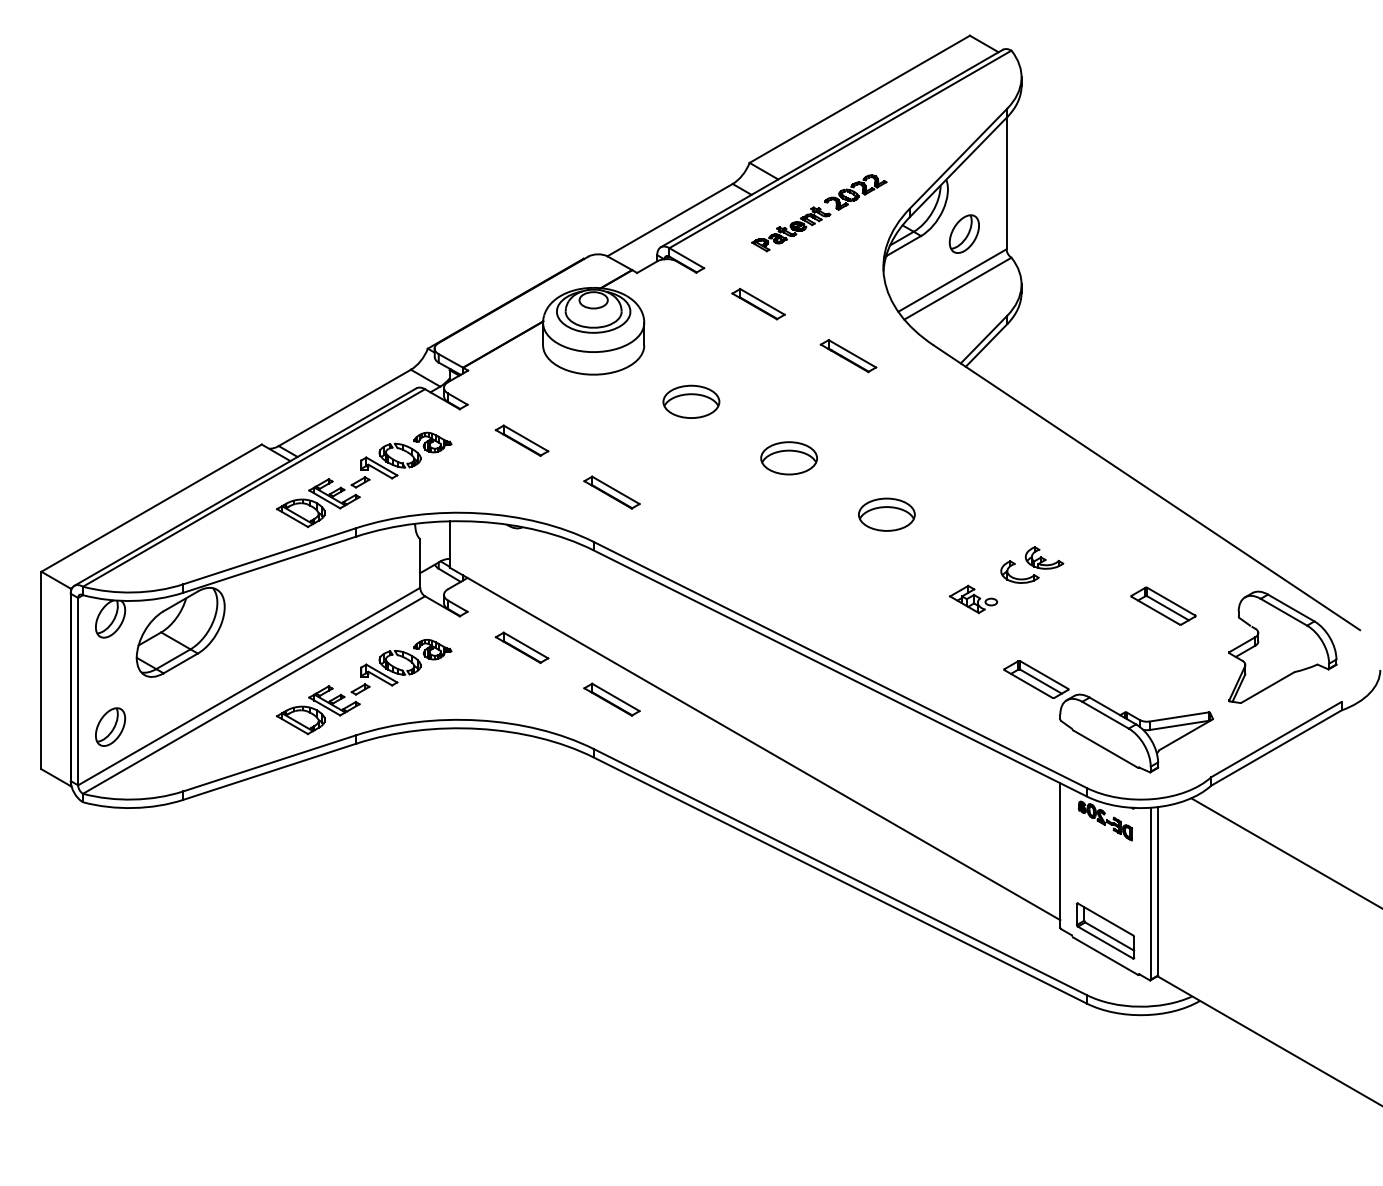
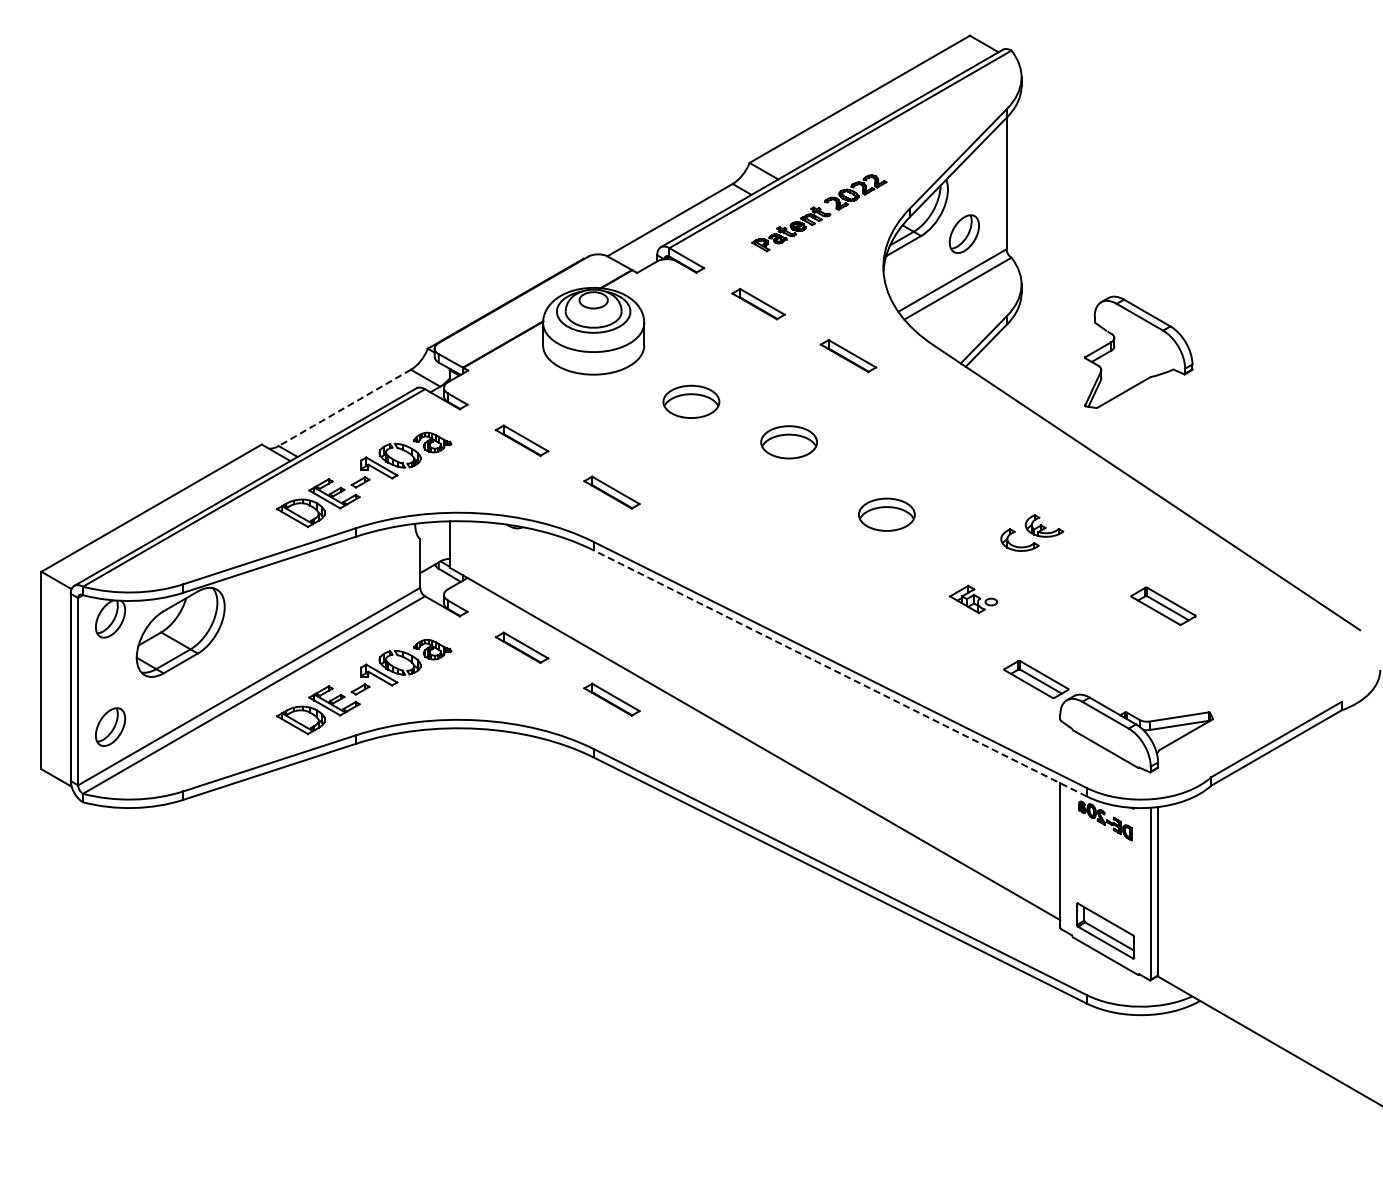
line at (344, 408): solid -> dashed
part at (788, 458) position: (788, 458) -> (788, 442)
part at (1032, 564) position: (1032, 564) -> (1032, 532)
part at (1282, 646) position: (1282, 646) -> (1138, 351)
line at (840, 673): solid -> dashed
line at (1285, 852): present -> none
